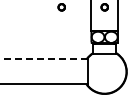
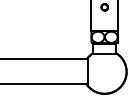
part at (61, 7): present -> none
line at (43, 59): dashed -> solid
